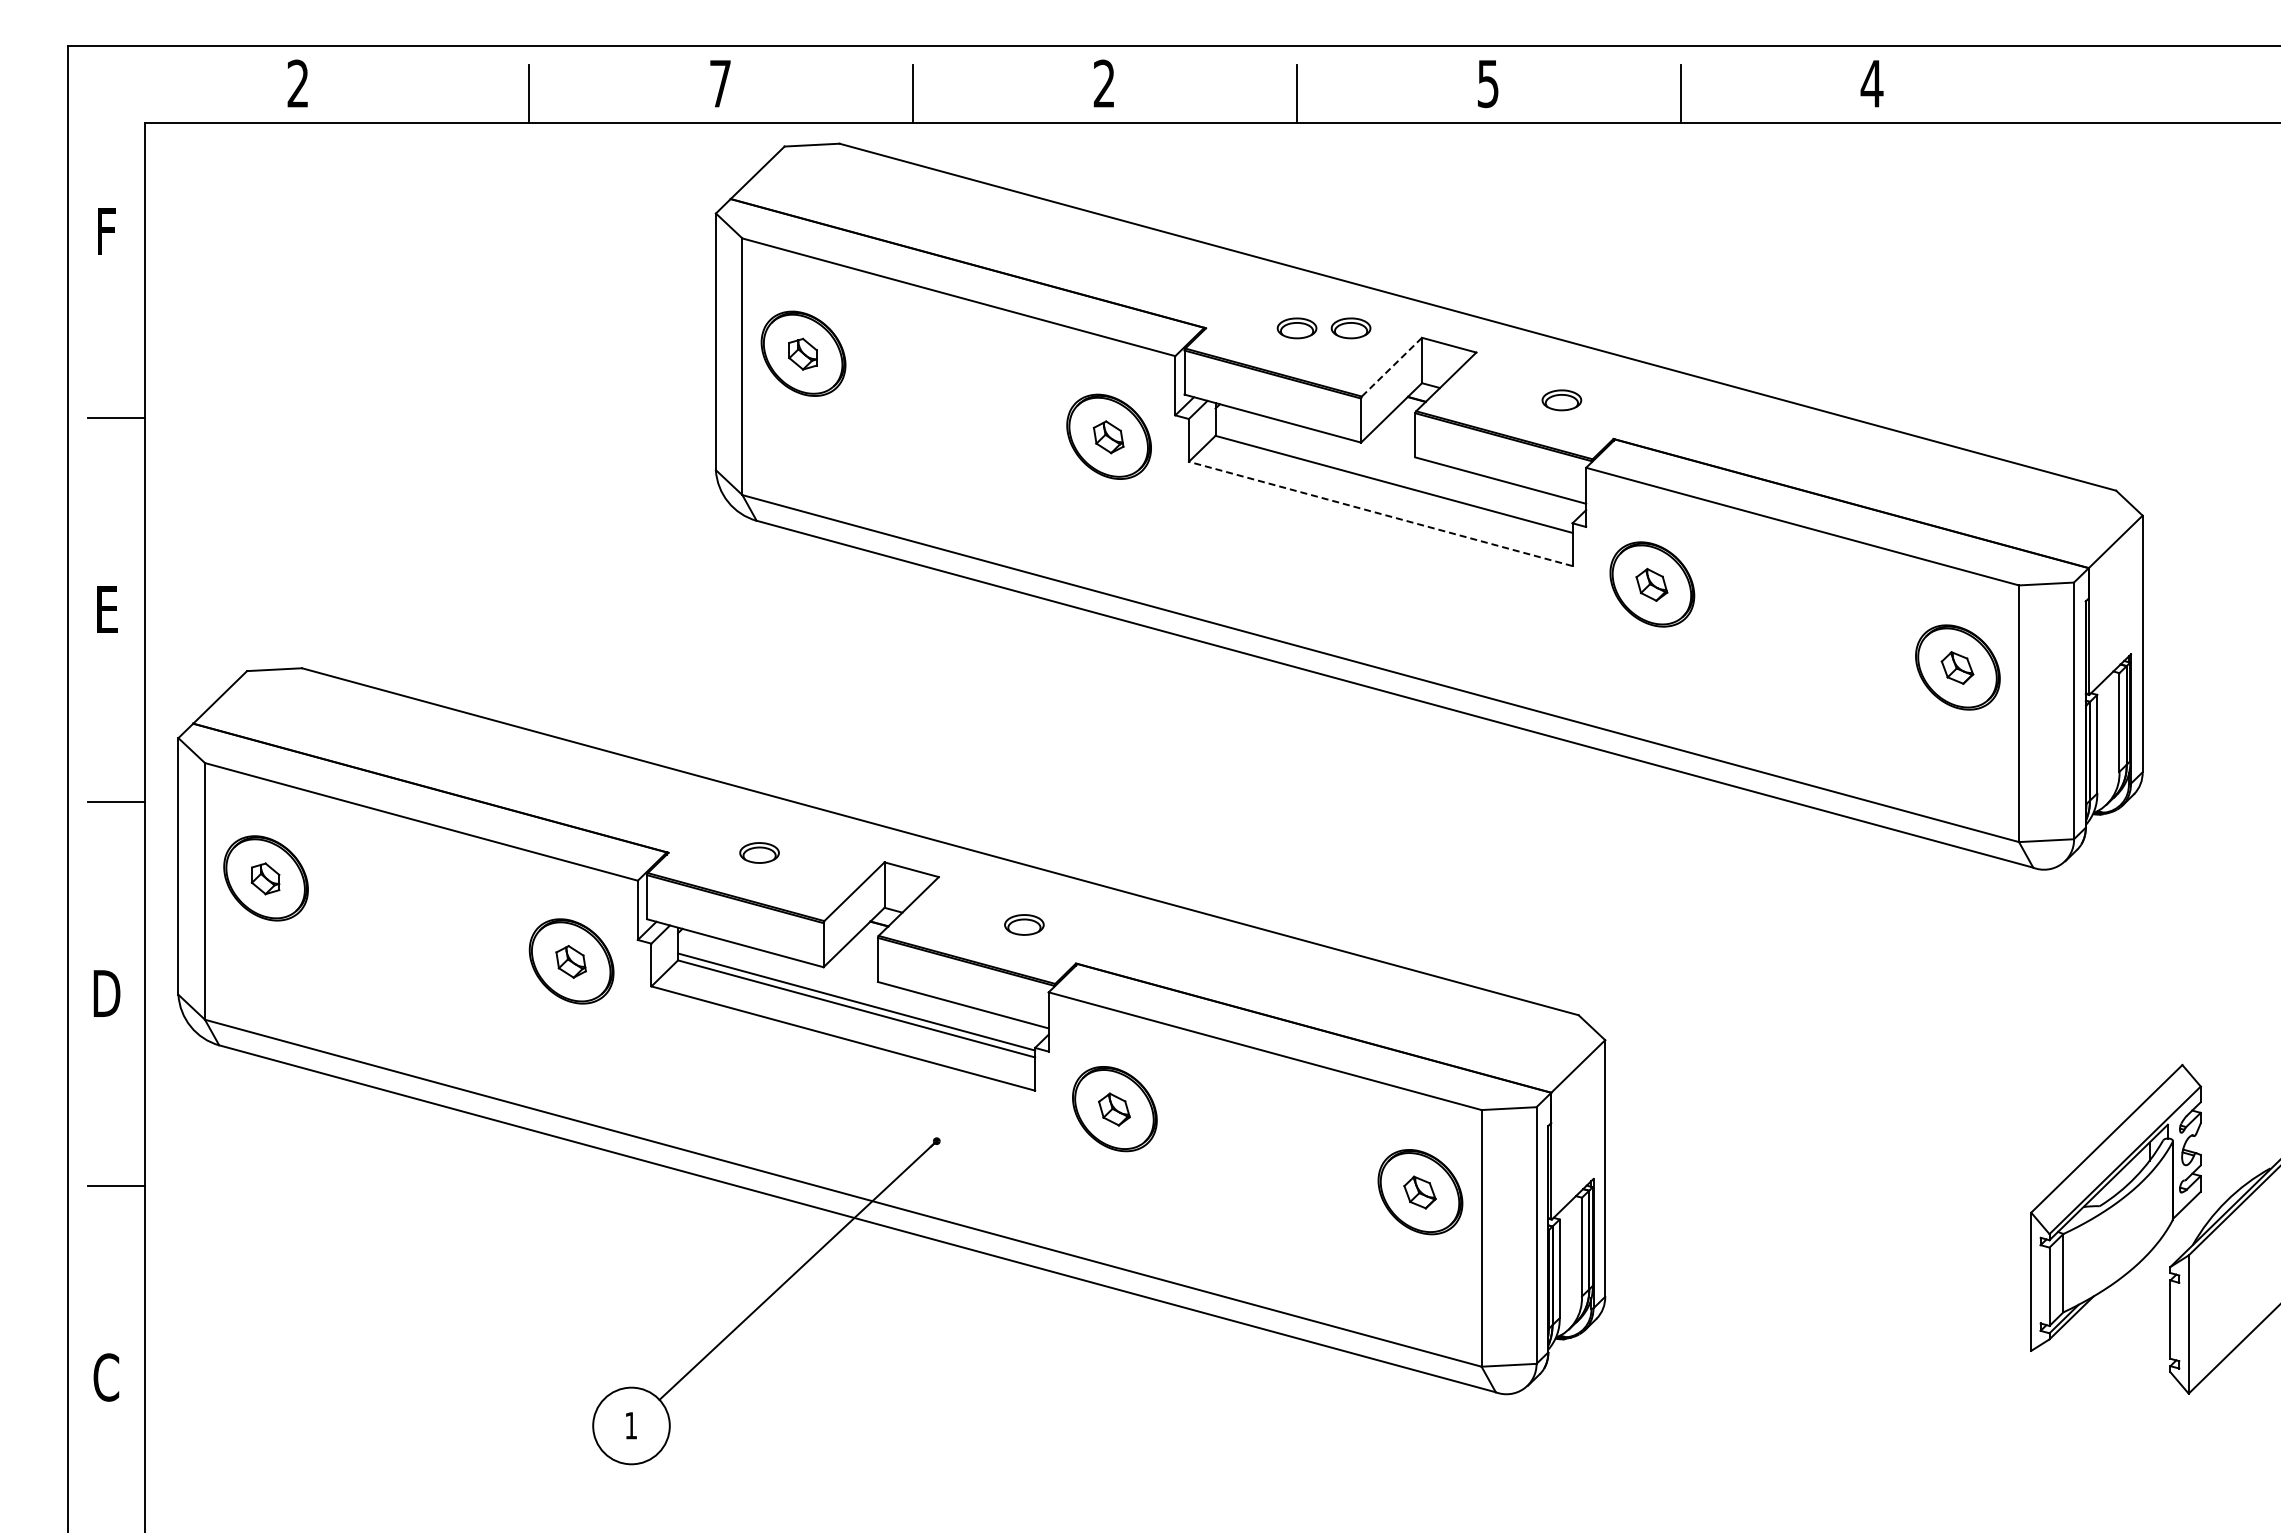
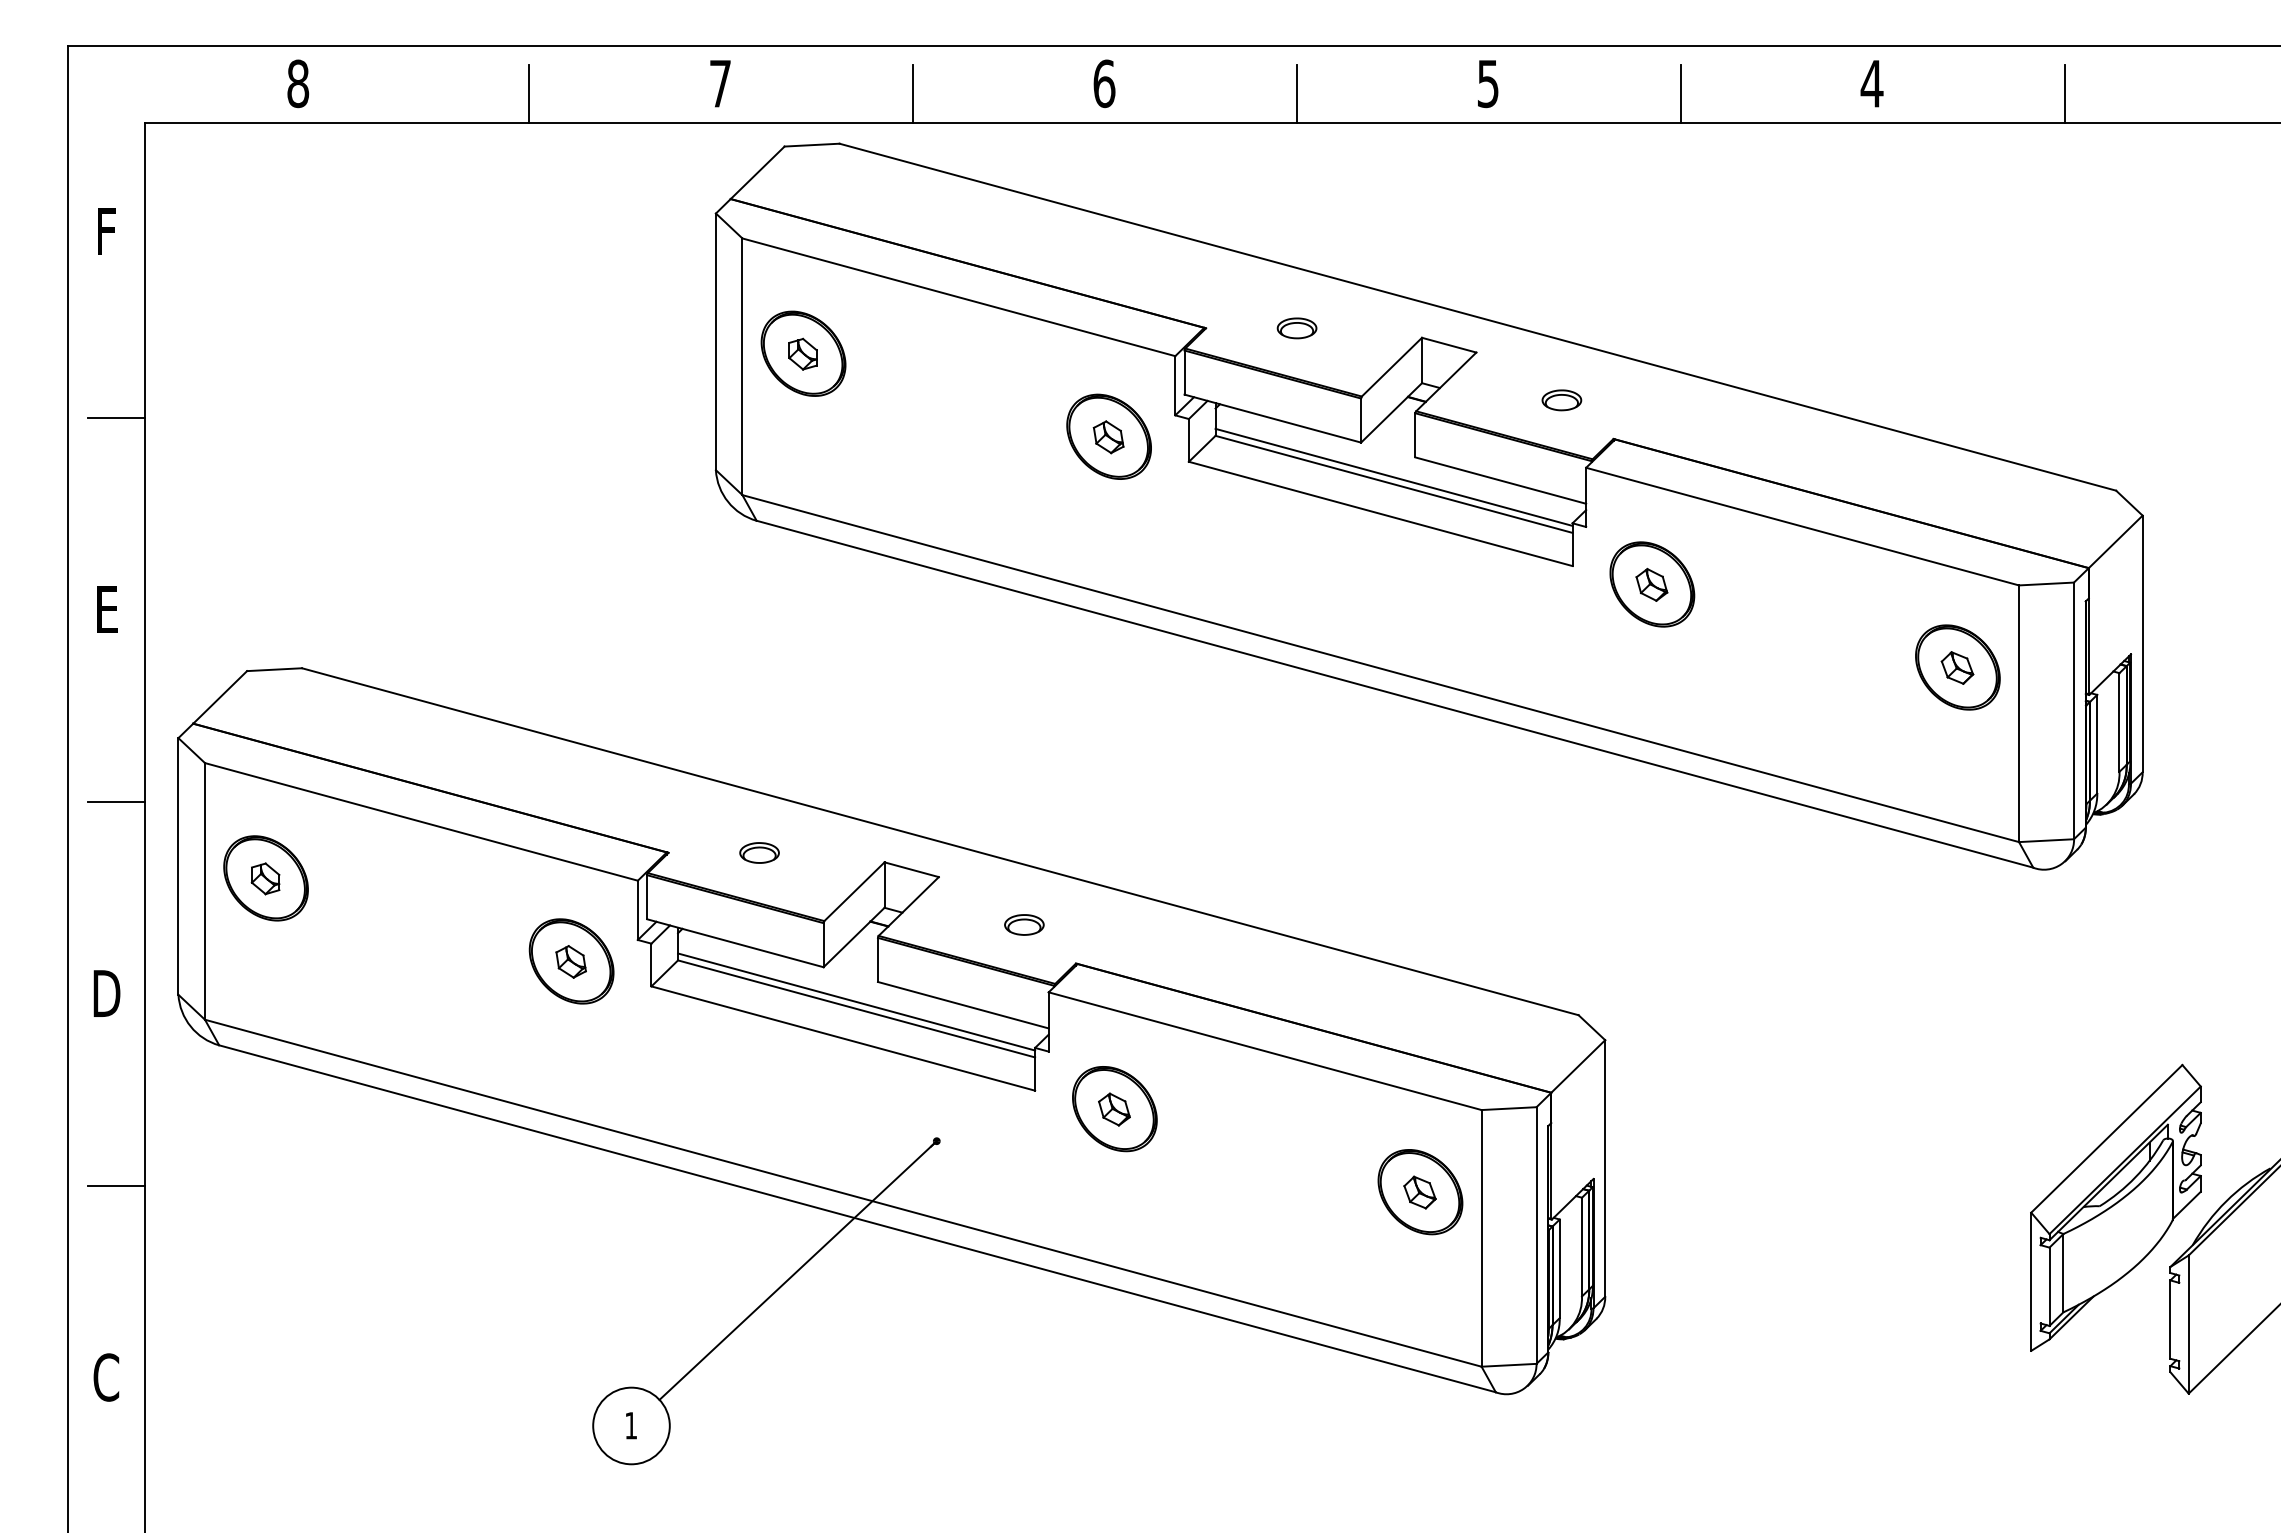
text at (298, 83): 2 -> 8
text at (1104, 83): 2 -> 6
line at (2064, 93): none -> present
part at (1350, 328): present -> none
line at (1391, 367): dashed -> solid
line at (1393, 476): none -> present
line at (1380, 513): dashed -> solid
